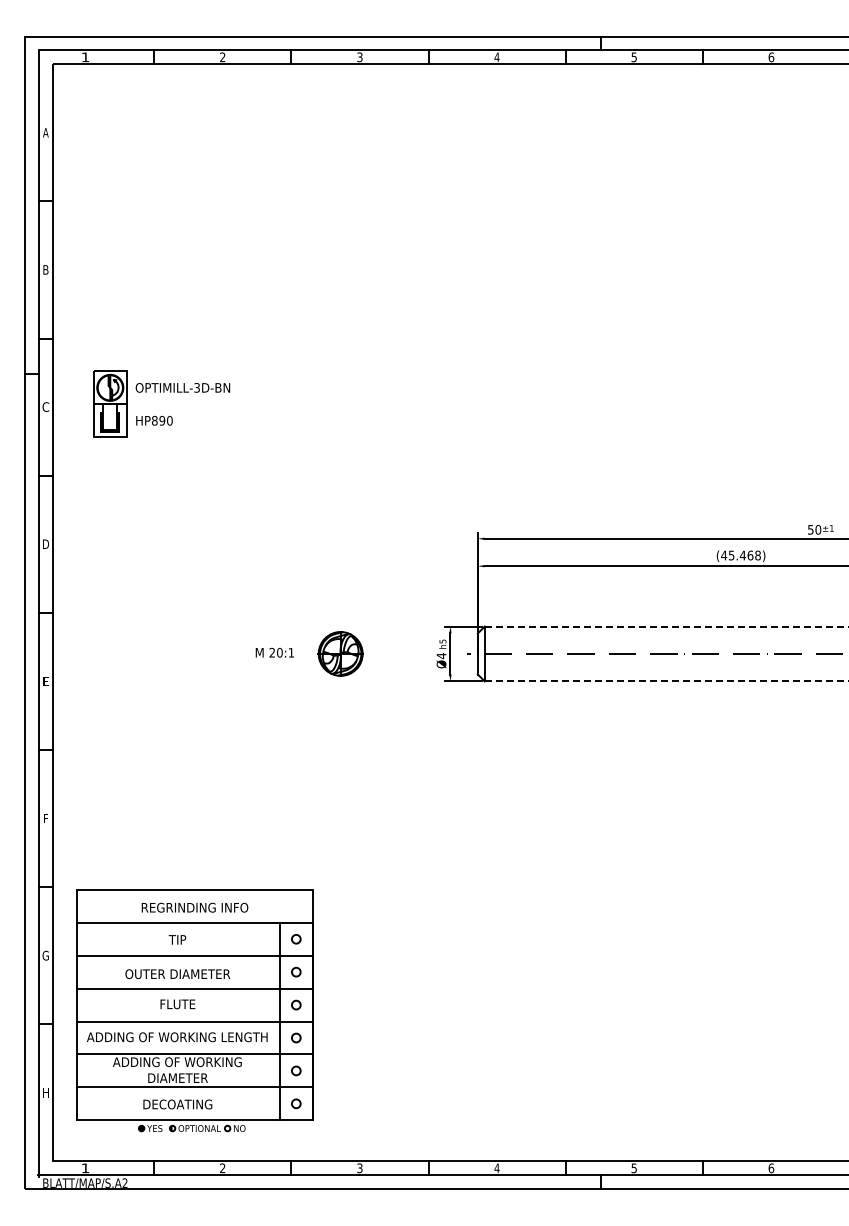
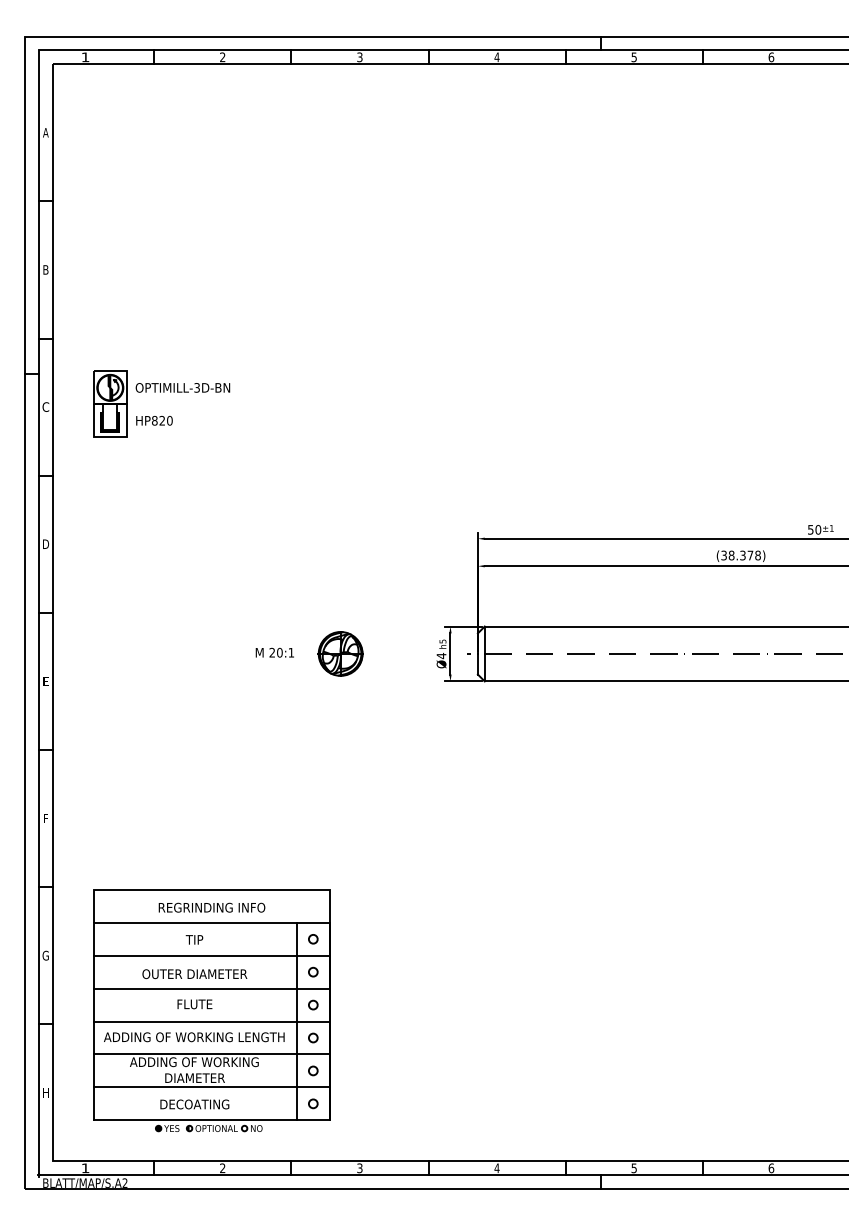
text at (162, 420): HP890 -> HP820
text at (737, 555): (45.468) -> (38.378)
line at (666, 626): dashed -> solid
line at (666, 681): dashed -> solid
part at (194, 1010) position: (194, 1010) -> (211, 1010)
